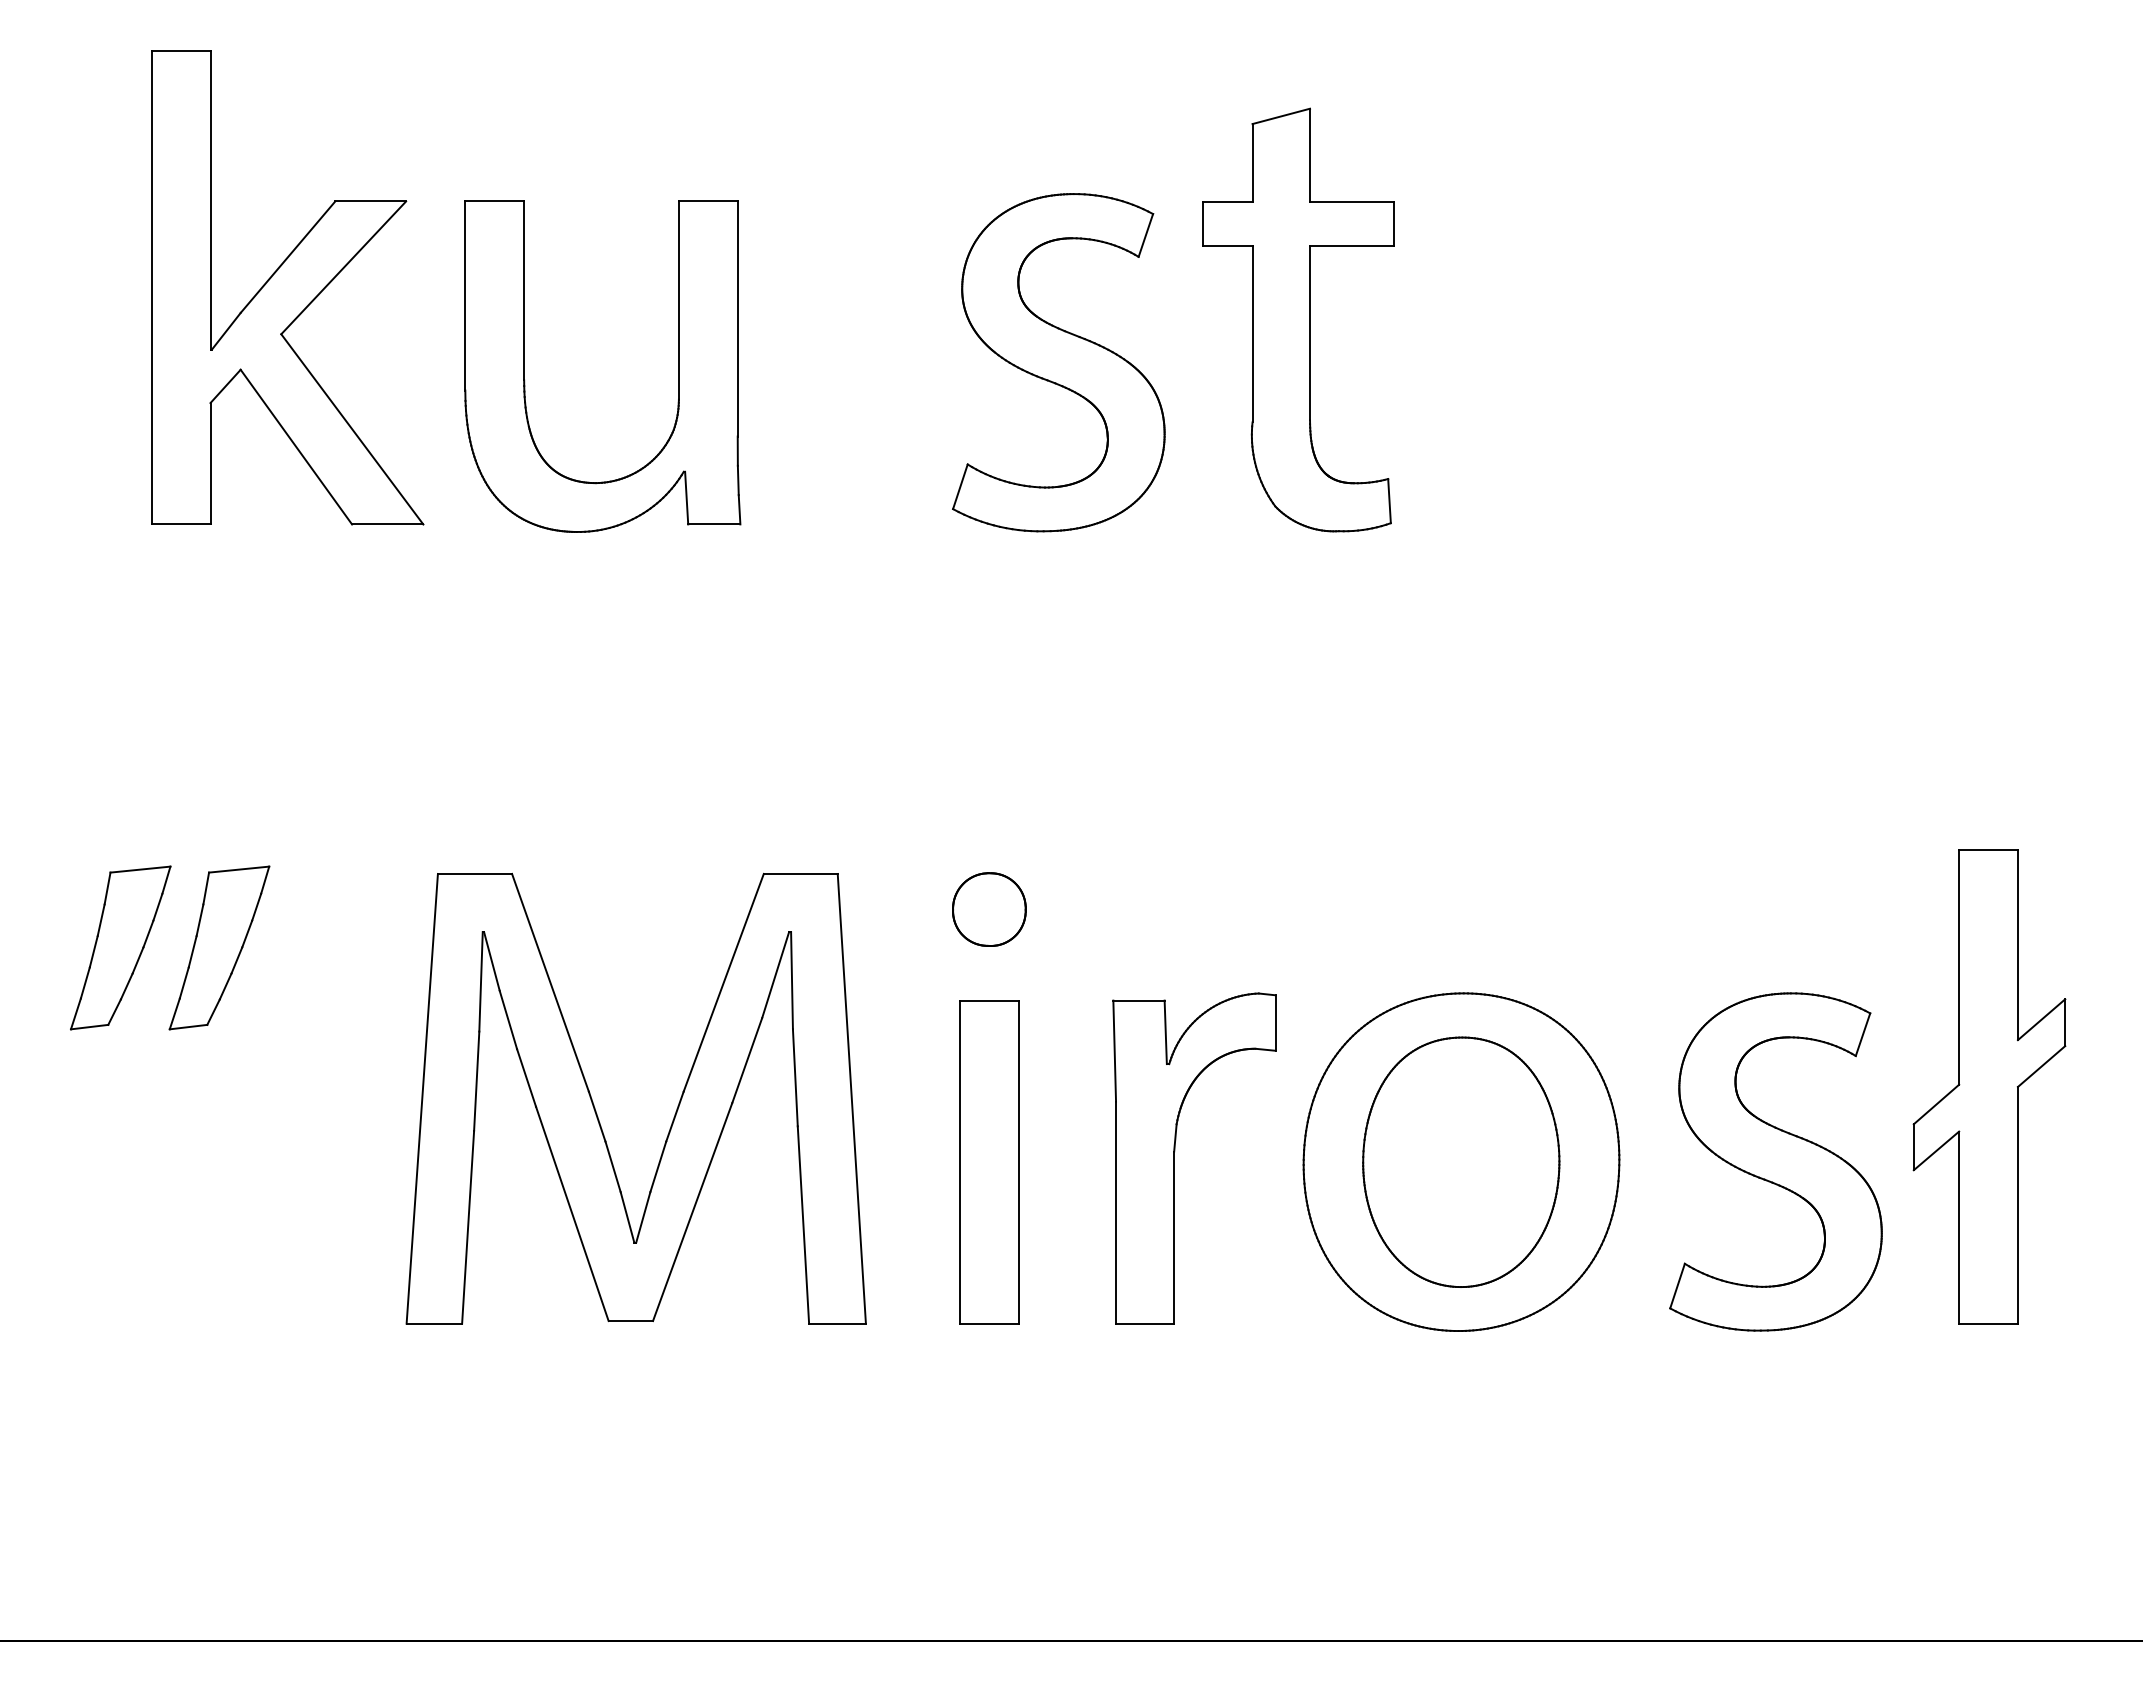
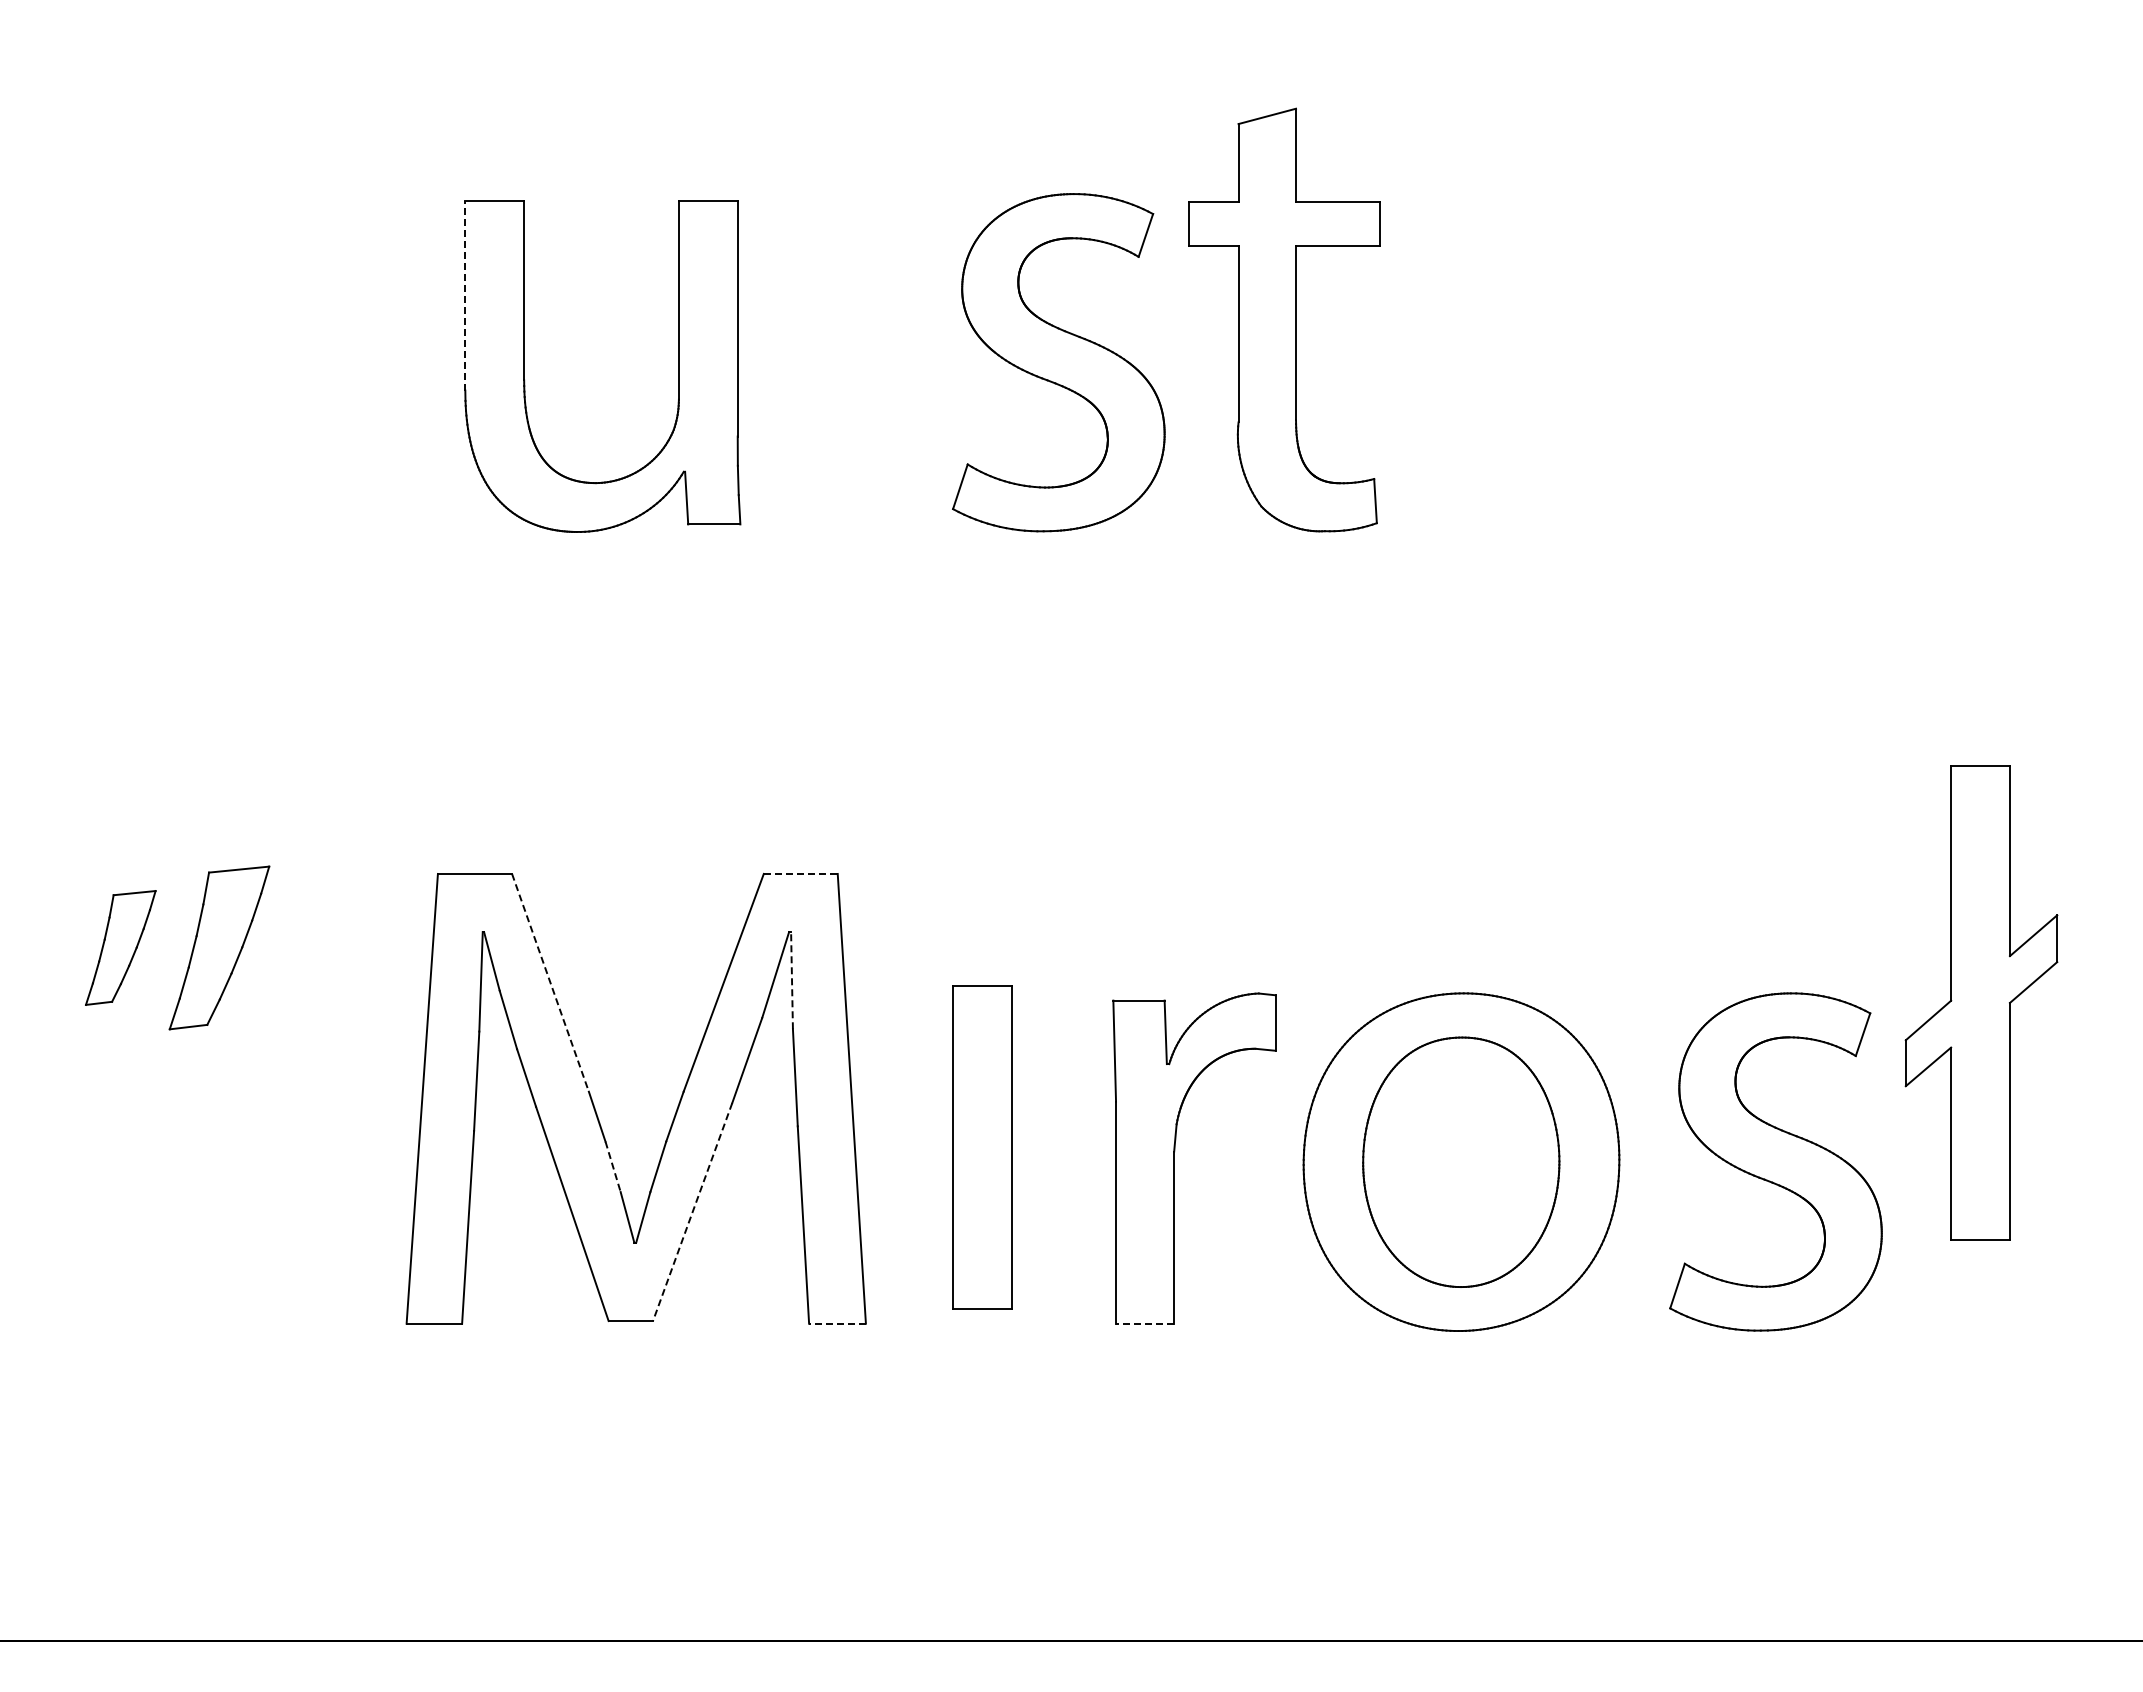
part at (287, 287): present -> none
line at (465, 295): solid -> dashed
part at (1298, 319) position: (1298, 319) -> (1284, 319)
line at (800, 873): solid -> dashed
part at (989, 909): present -> none
part at (120, 947) size: 102x166 px -> 72x116 px
line at (792, 980): solid -> dashed
line at (550, 983): solid -> dashed
part at (1989, 1086) position: (1989, 1086) -> (1981, 1002)
part at (989, 1162) position: (989, 1162) -> (982, 1147)
line at (613, 1167): solid -> dashed
line at (692, 1212): solid -> dashed
line at (837, 1323): solid -> dashed
line at (1144, 1323): solid -> dashed
